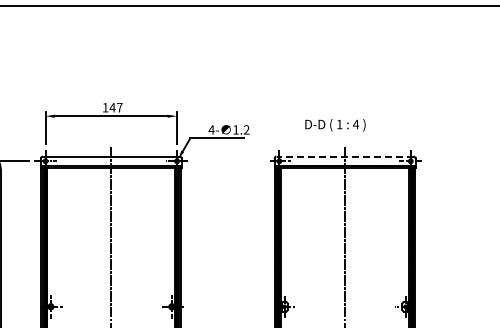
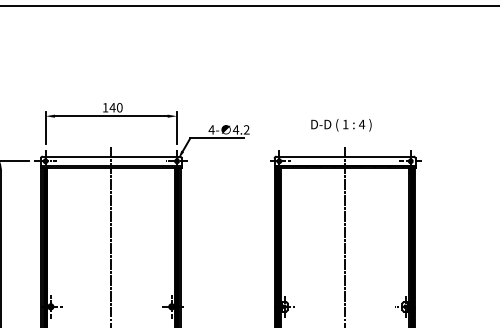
text at (119, 107): 147 -> 140
text at (335, 125) position: (335, 125) -> (341, 125)
text at (235, 129): 1.2 -> 4.2
line at (345, 156): dashed -> solid
